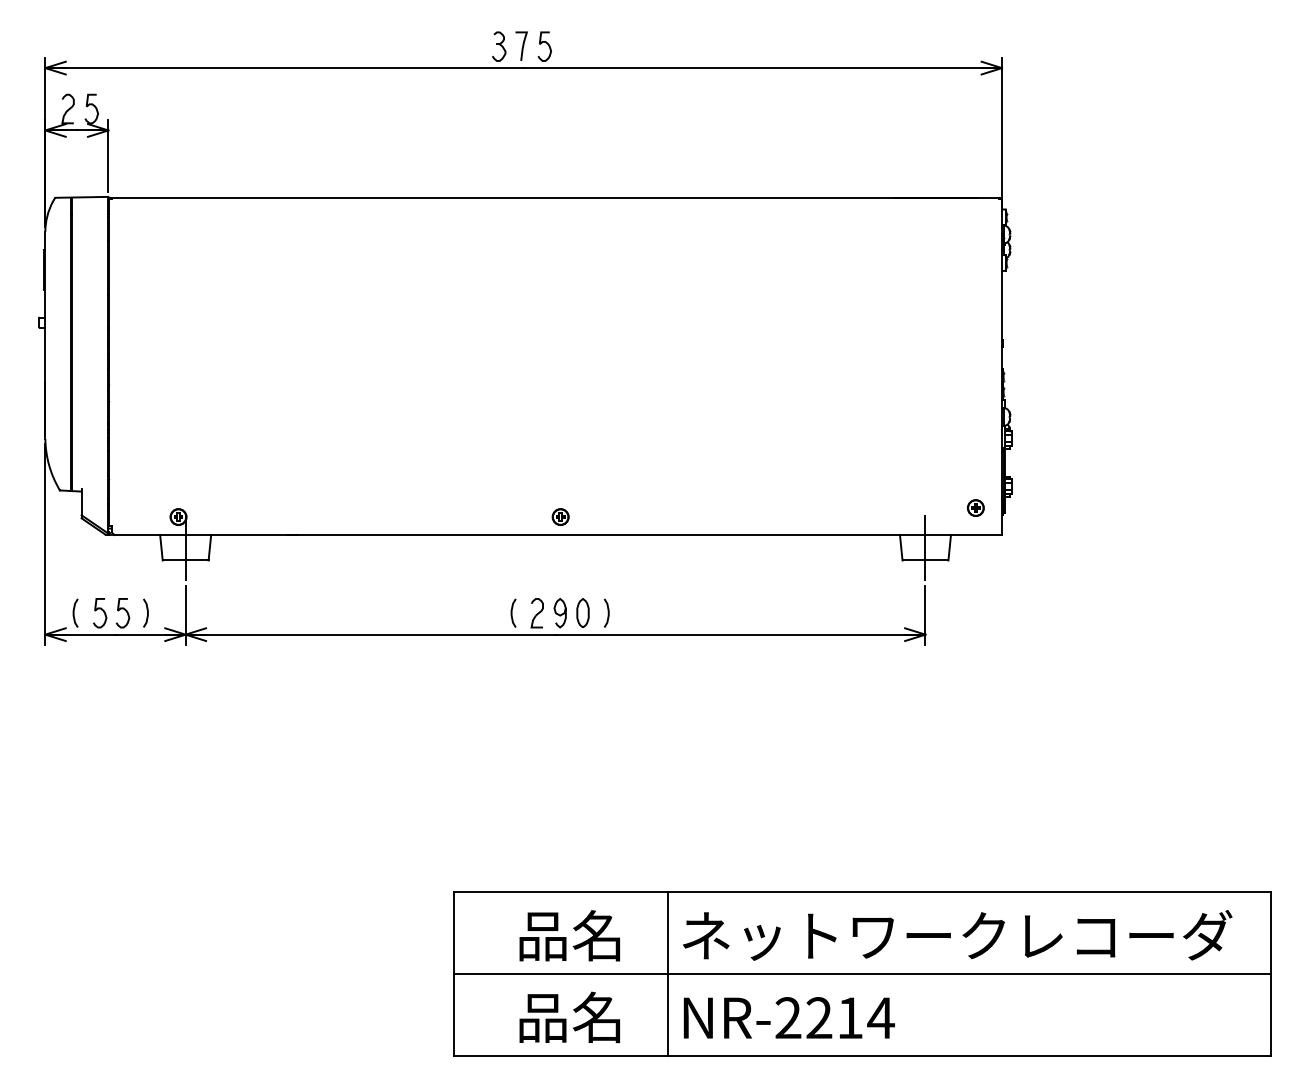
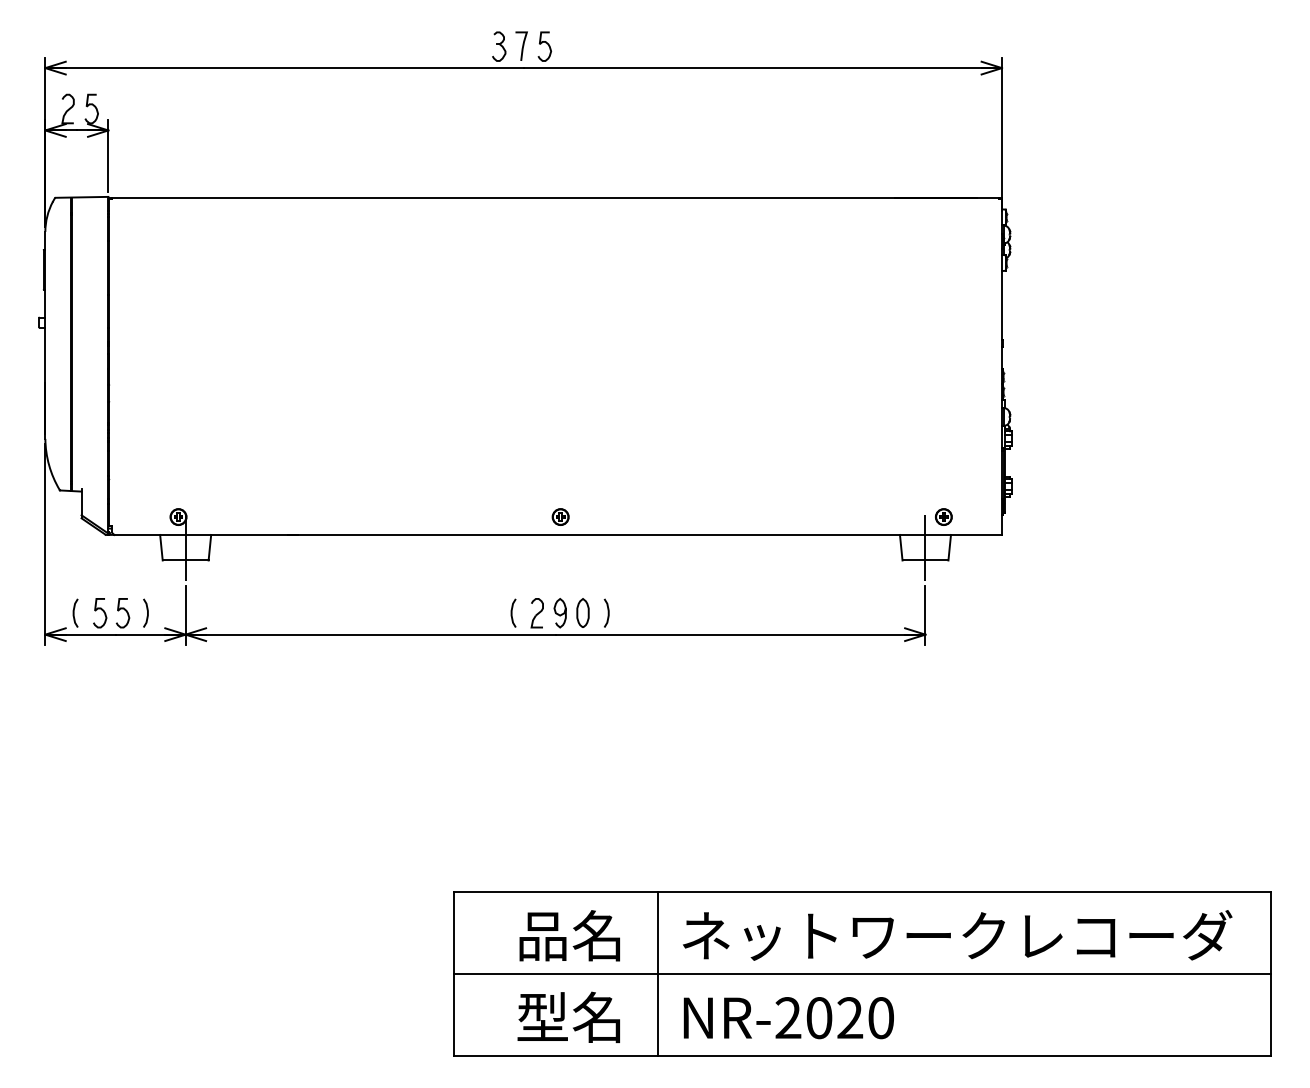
part at (975, 507) position: (975, 507) -> (943, 516)
line at (668, 973) position: (668, 973) -> (658, 973)
text at (542, 1017): 品名 -> 型名
text at (850, 1018): NR-2214 -> NR-2020
